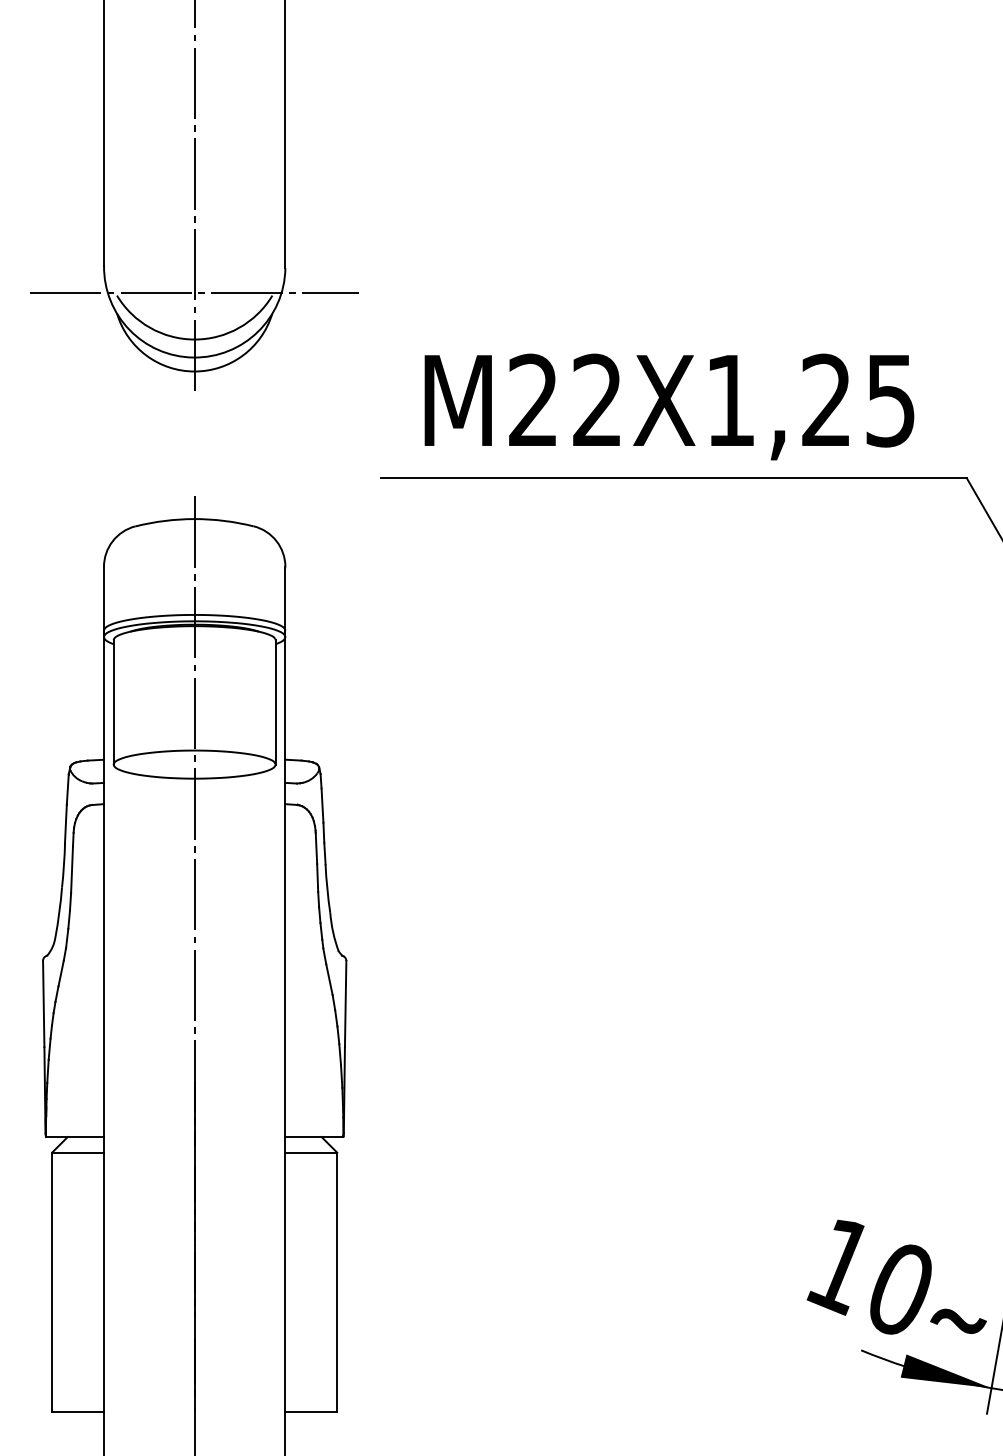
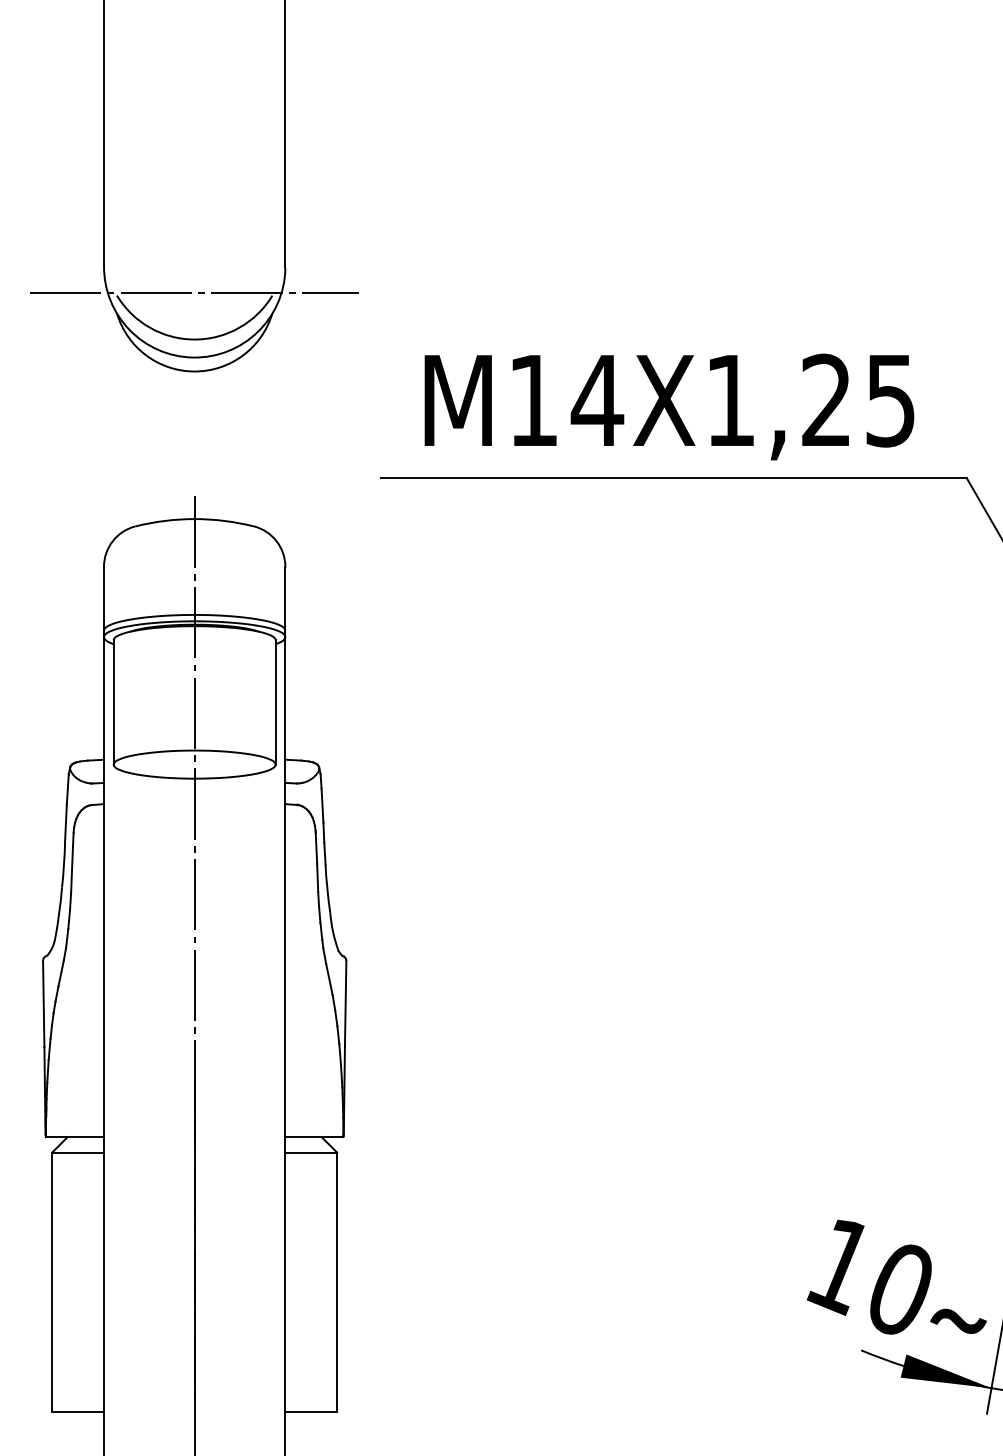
line at (194, 196): present -> none
text at (566, 399): M22X1,25 -> M14X1,25
